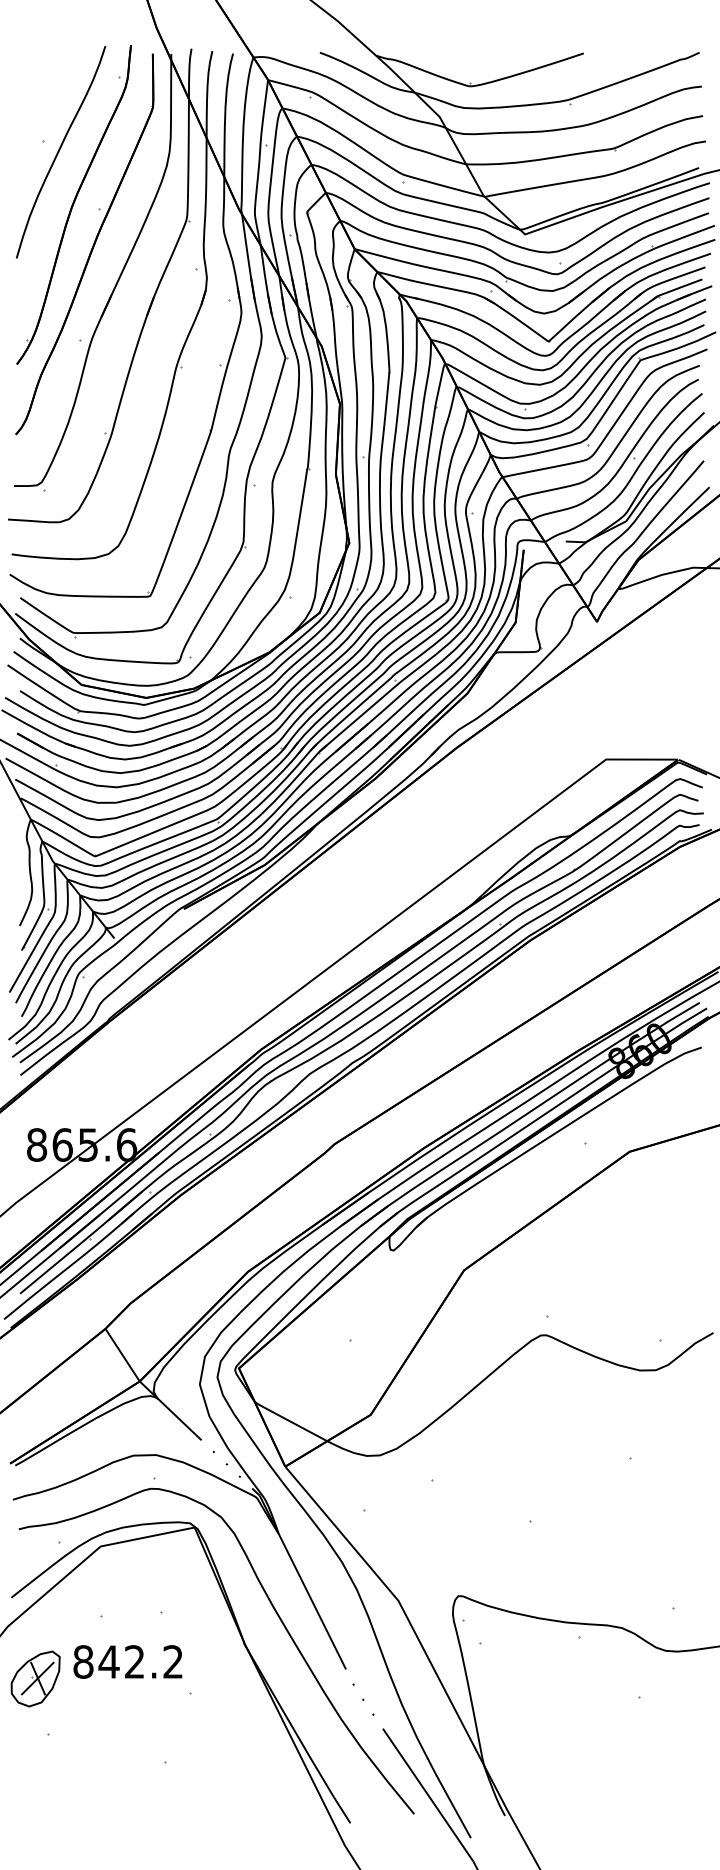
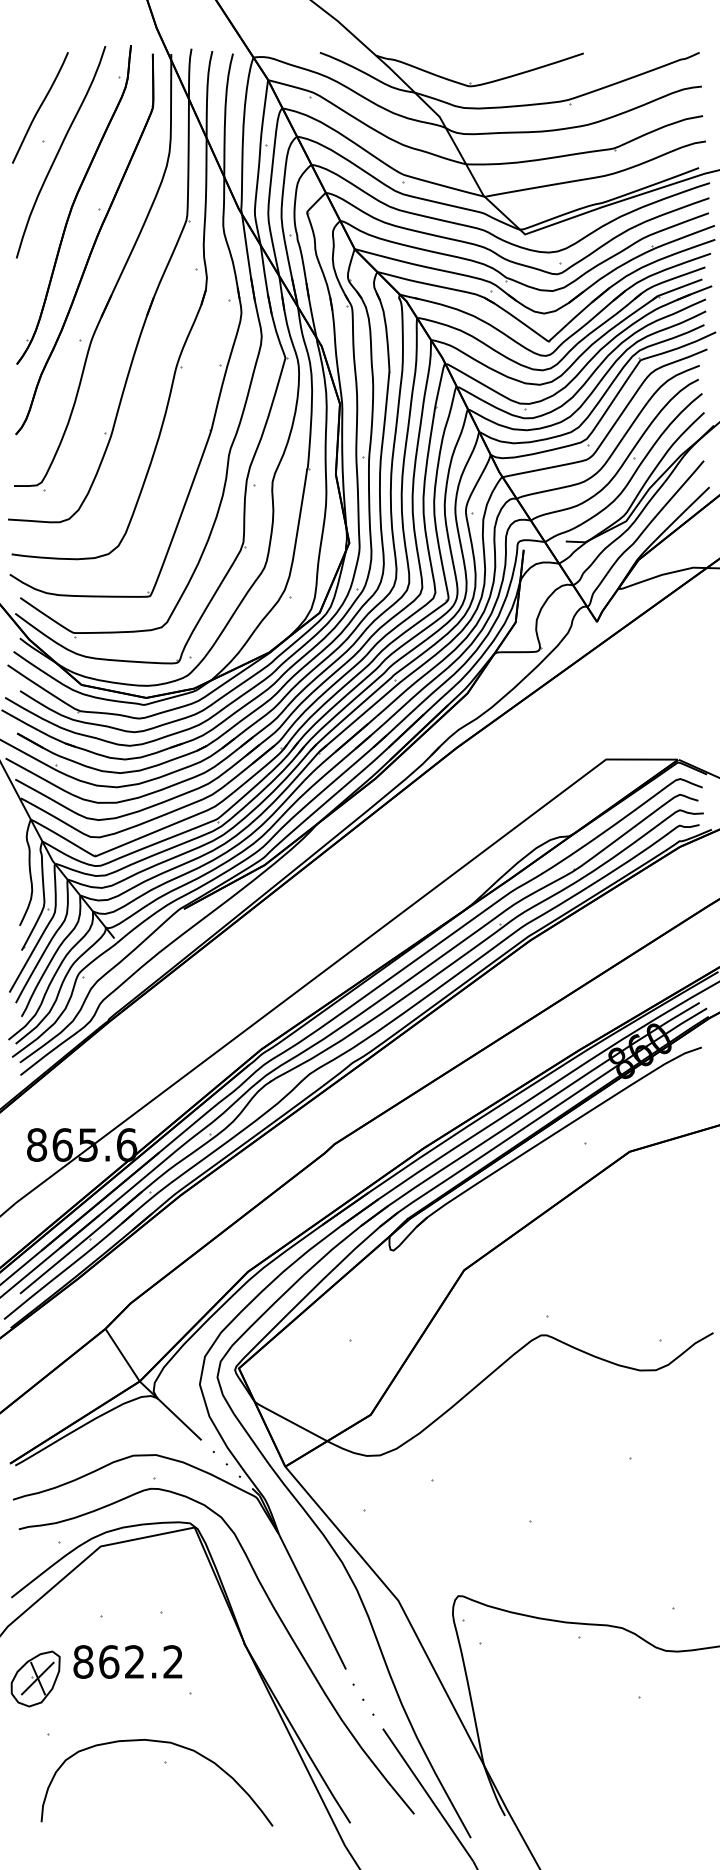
curve at (40, 107): none -> present
text at (108, 1661): 842.2 -> 862.2
curve at (157, 1742): none -> present
